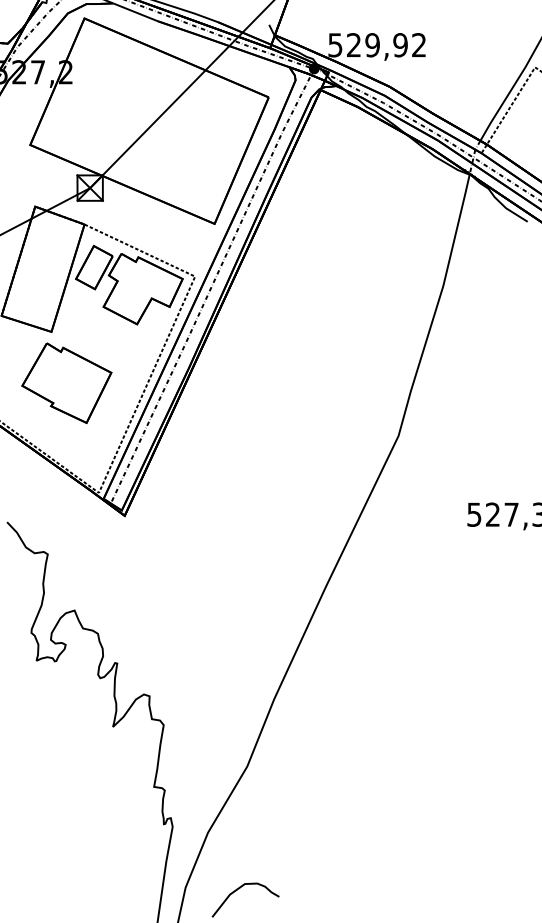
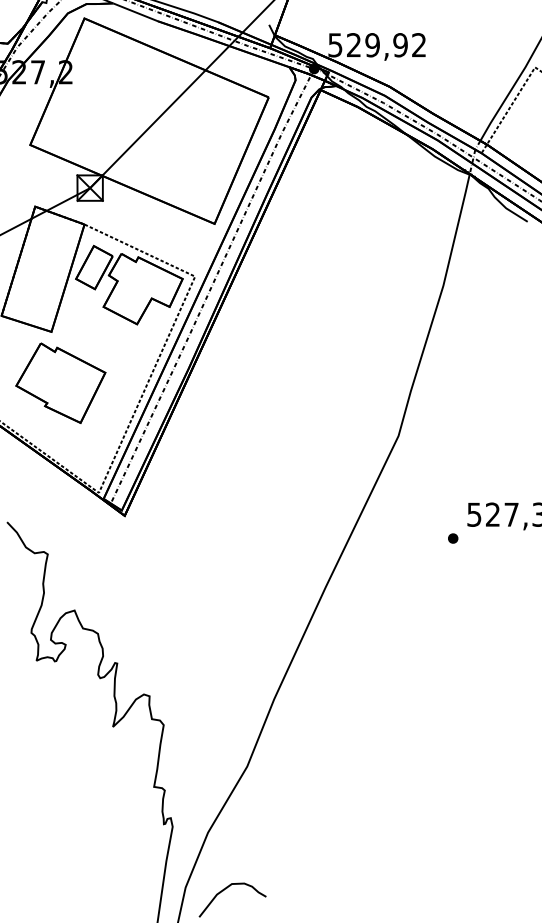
part at (66, 382) position: (66, 382) -> (60, 382)
part at (453, 538): none -> present
curve at (239, 889) position: (239, 889) -> (226, 889)
